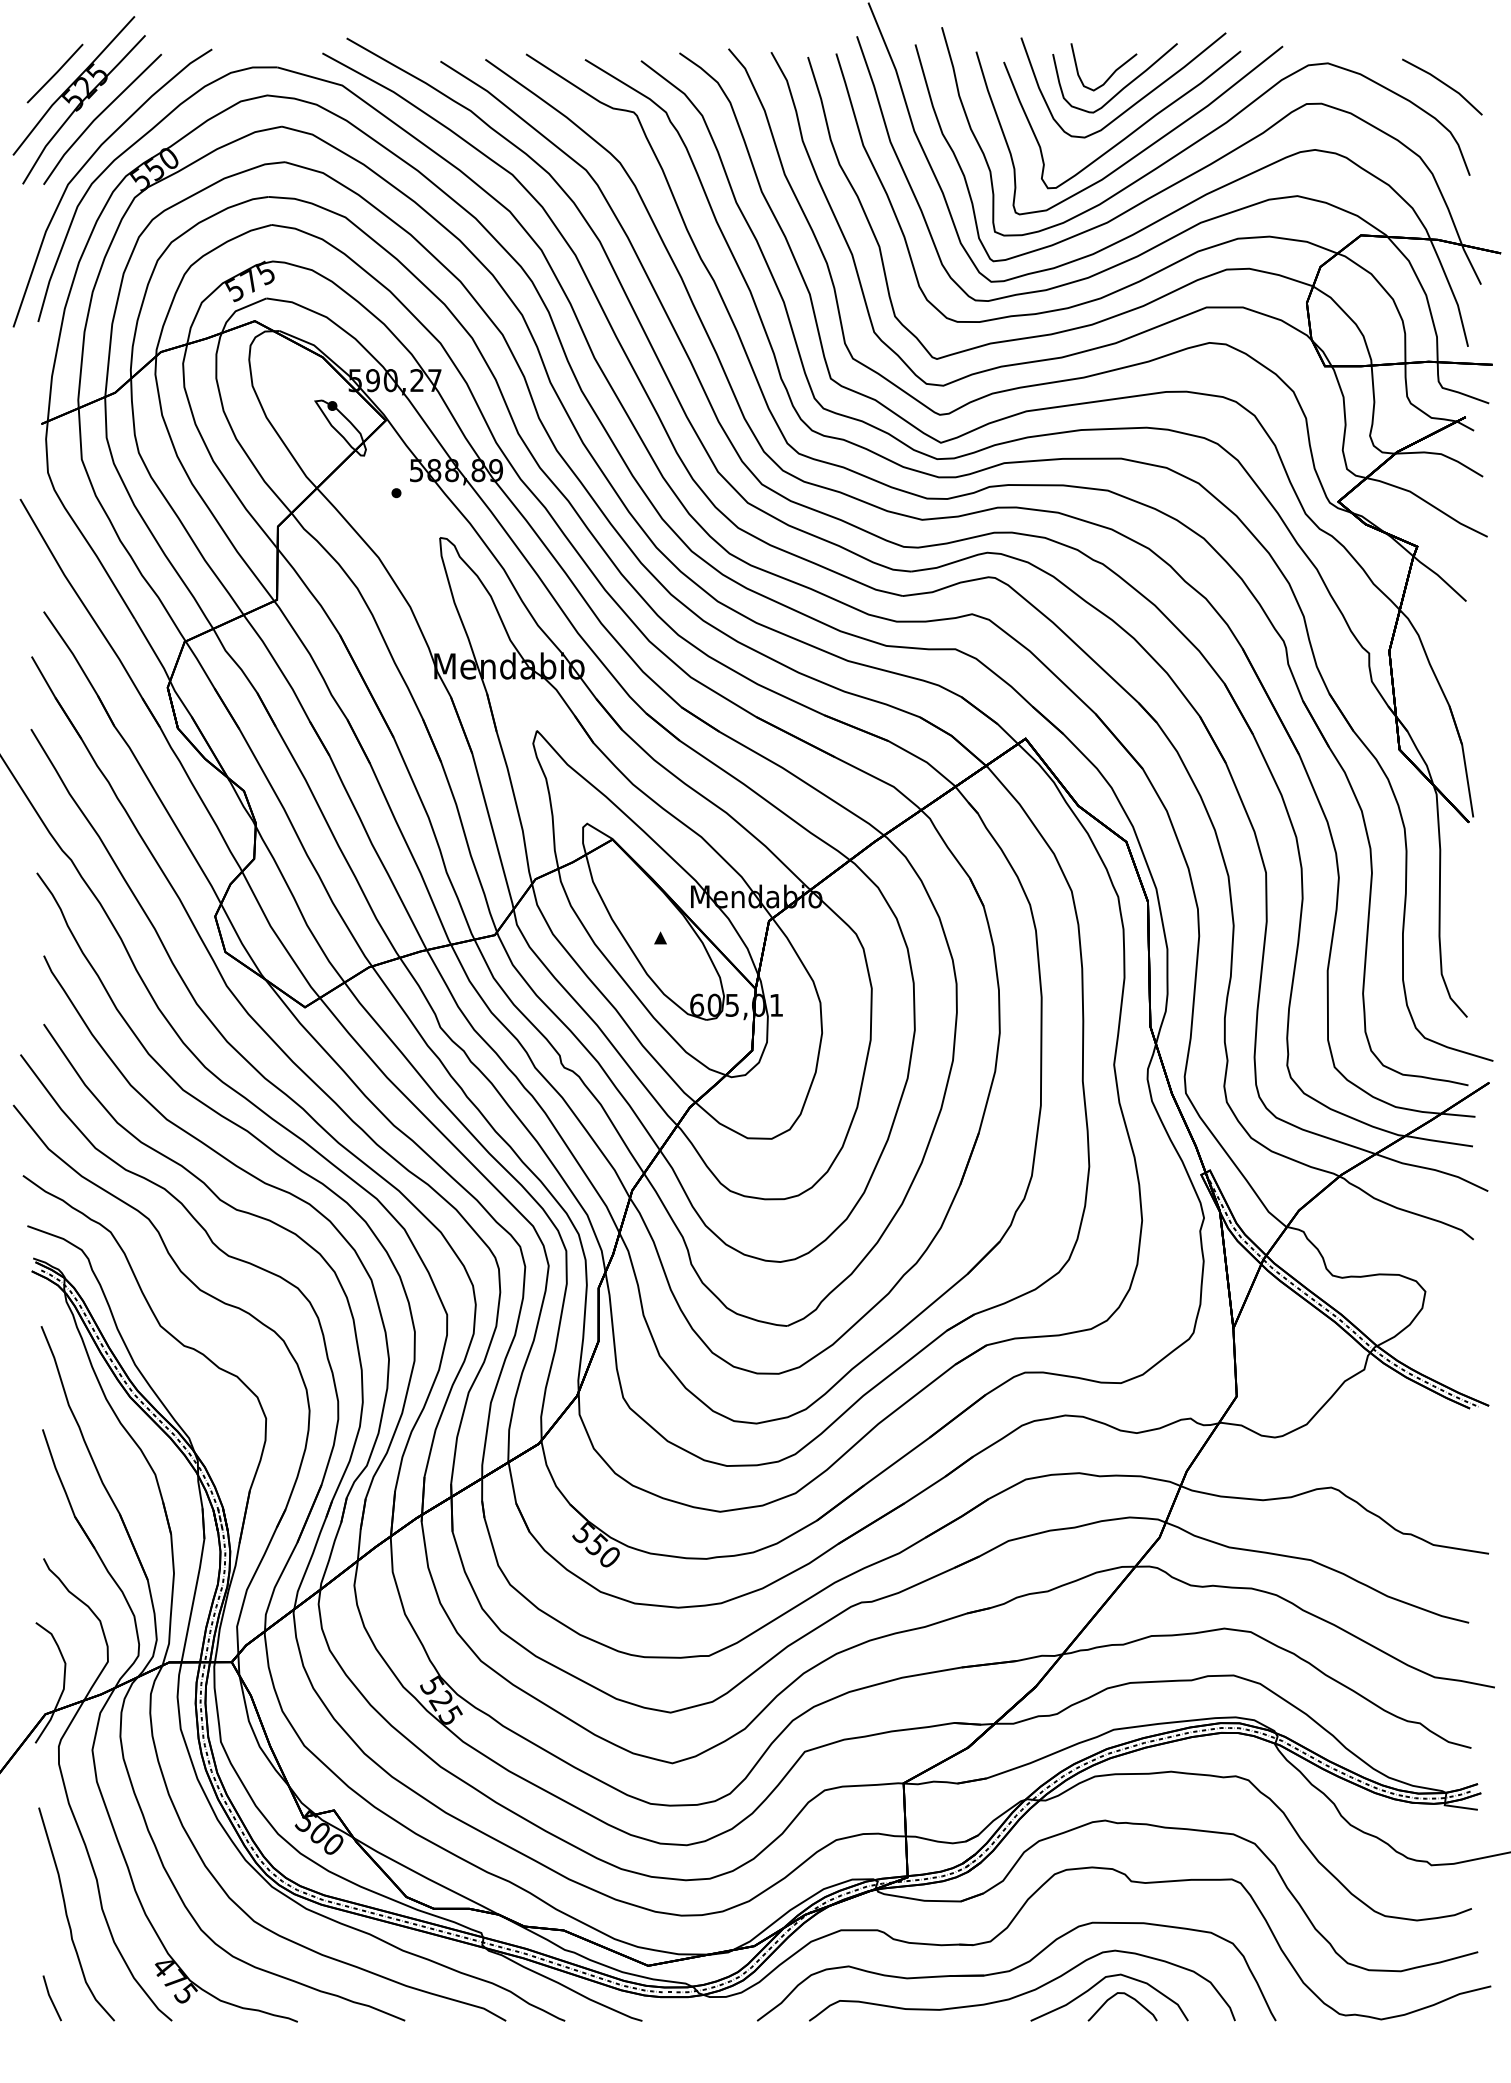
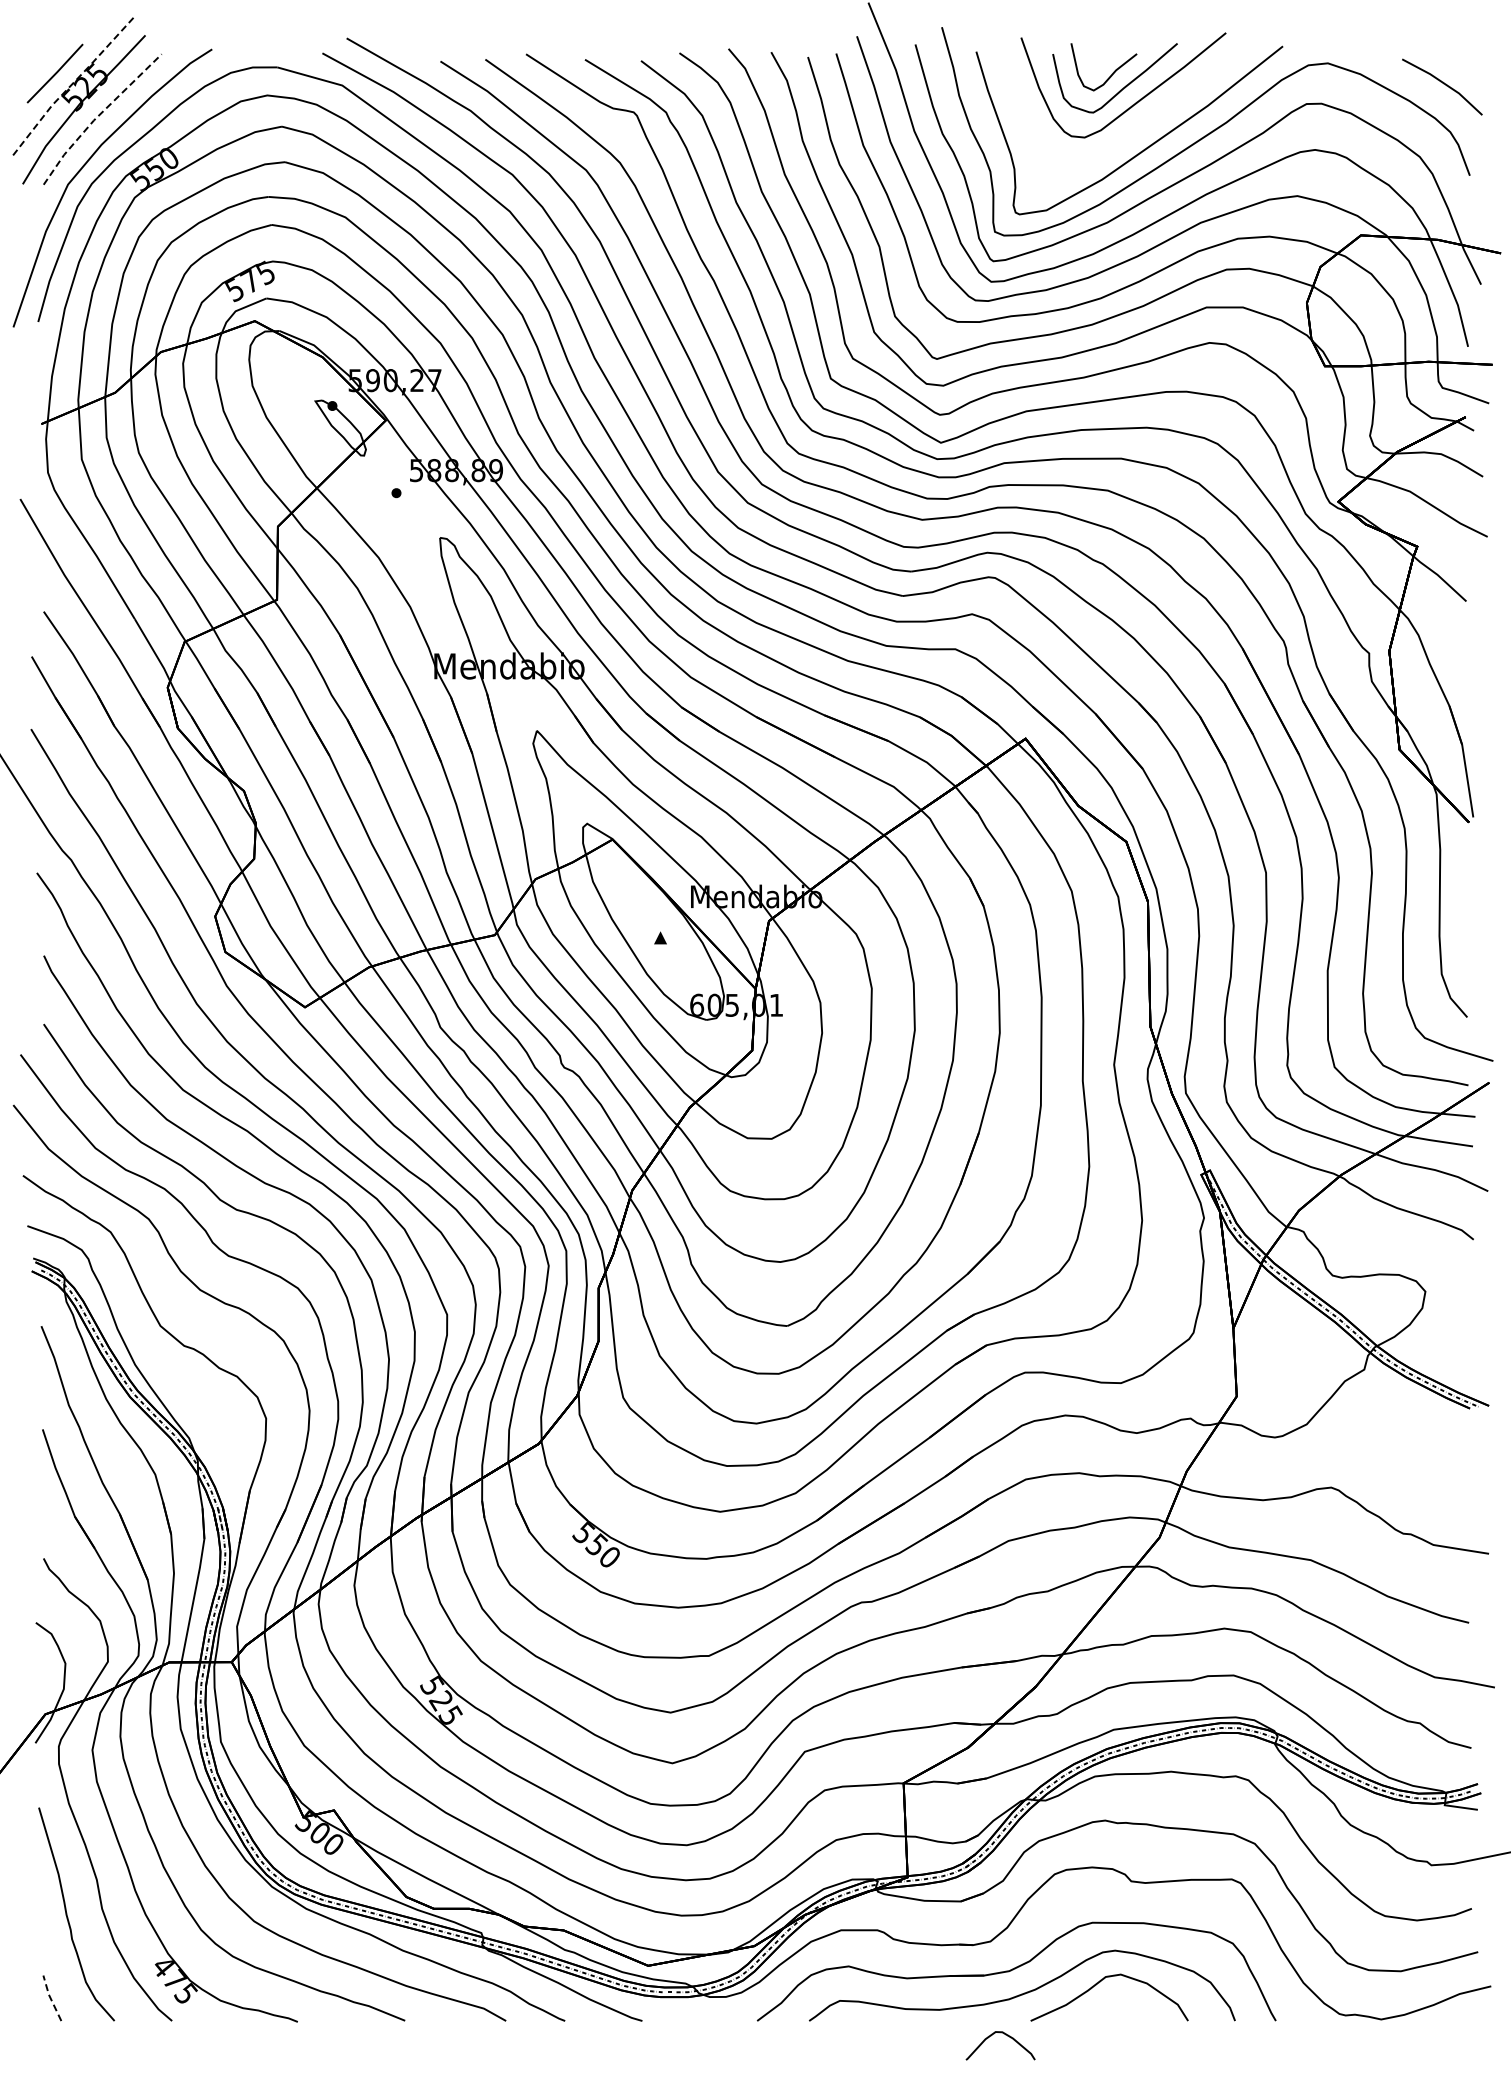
line at (72, 84): solid -> dashed
line at (97, 117): solid -> dashed
curve at (1132, 131): present -> none
curve at (1127, 1996) position: (1127, 1996) -> (1005, 2035)
line at (50, 1998): solid -> dashed
